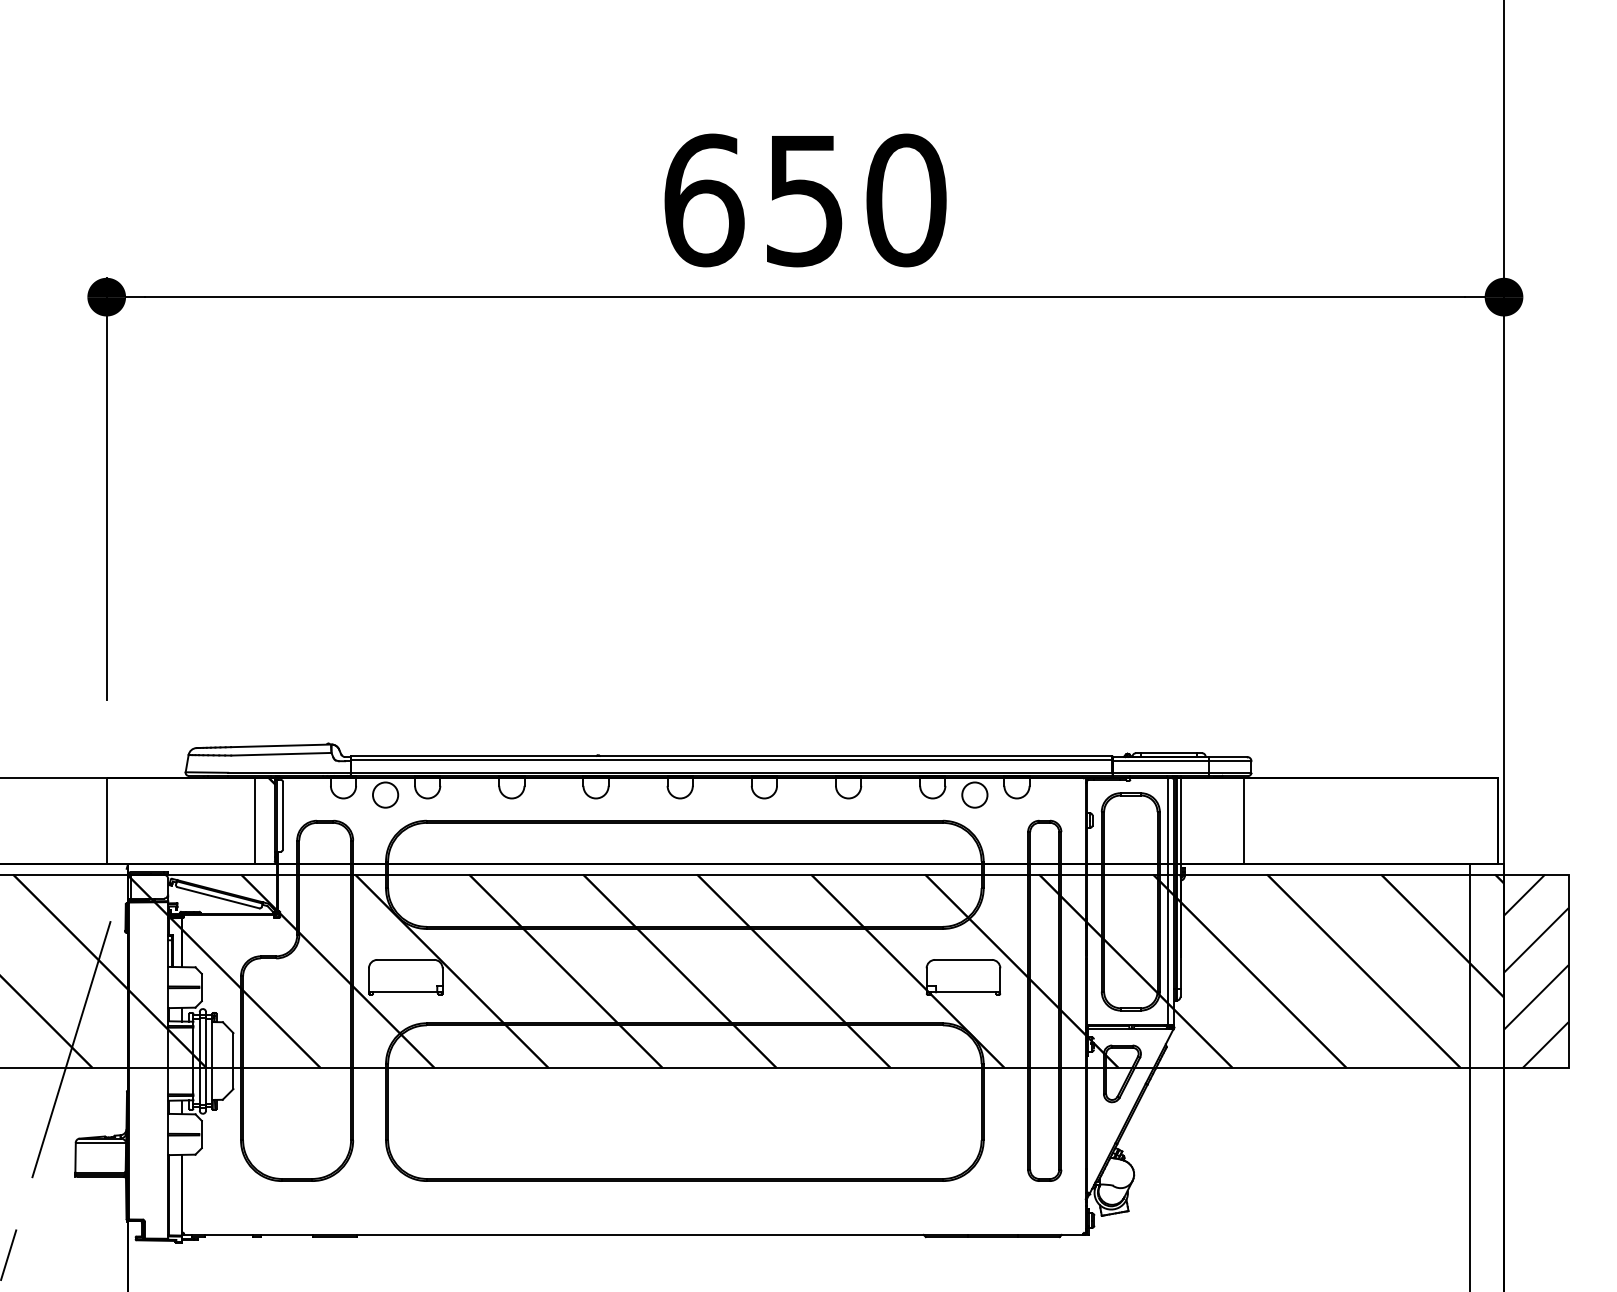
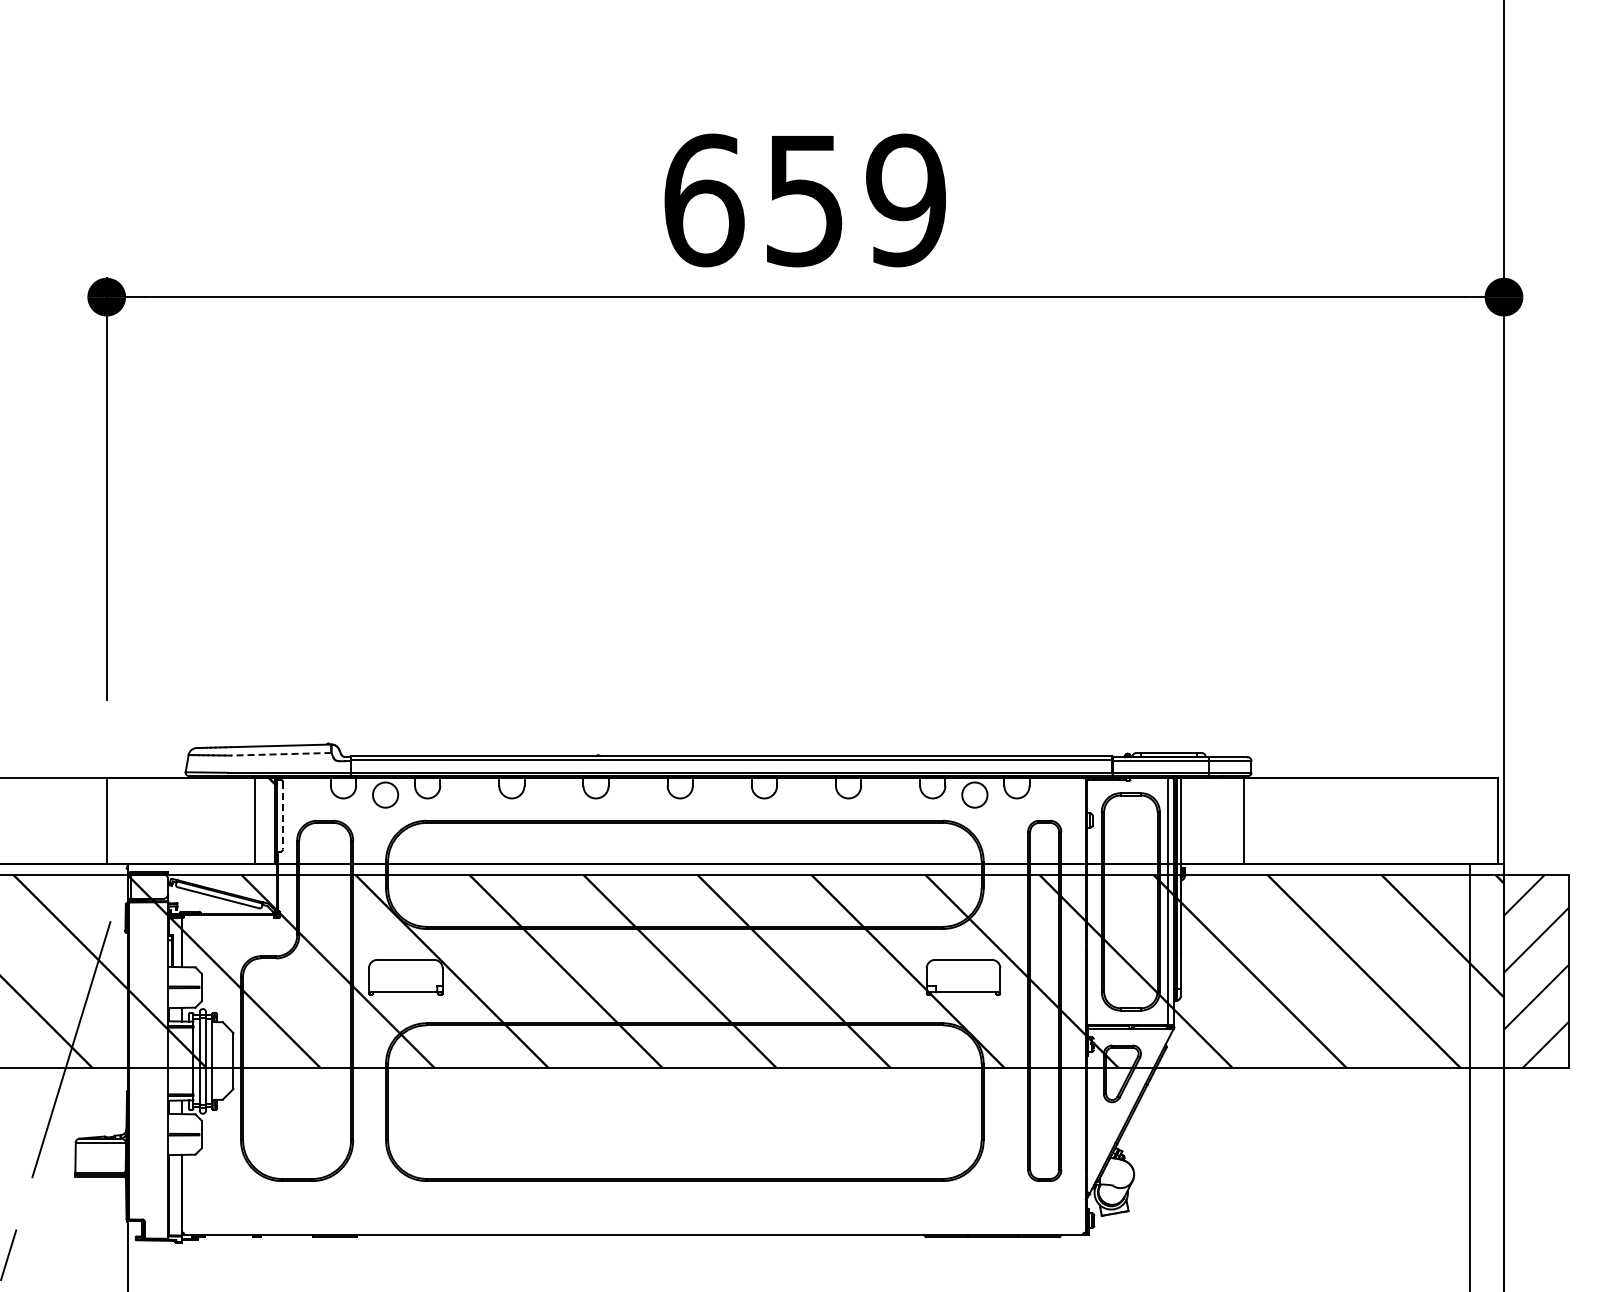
text at (906, 200): 650 -> 659
line at (280, 754): solid -> dashed
line at (283, 815): solid -> dashed
